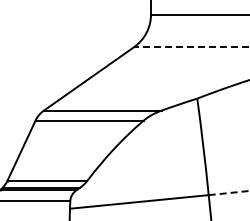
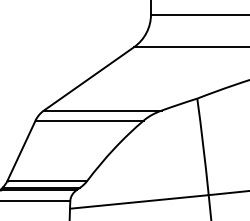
line at (192, 47): dashed -> solid
line at (229, 193): dashed -> solid
